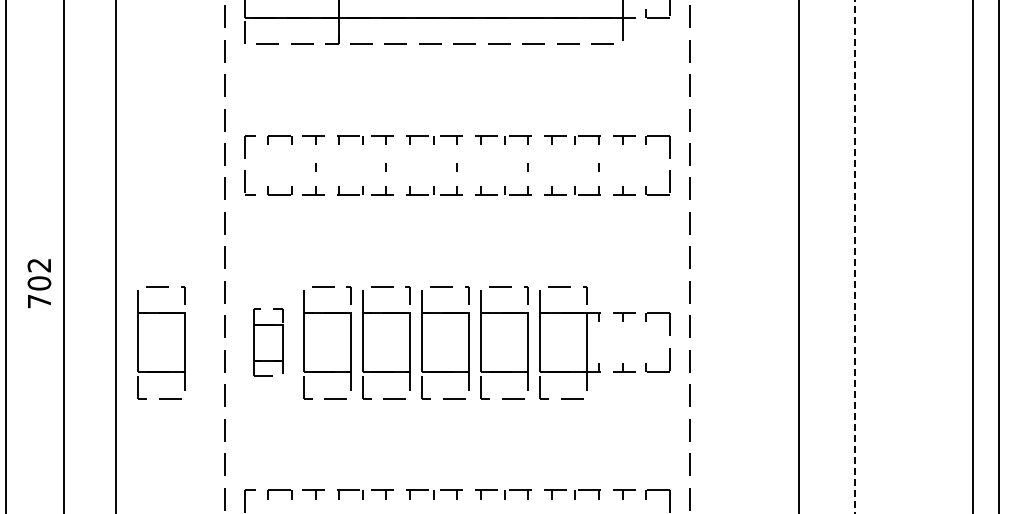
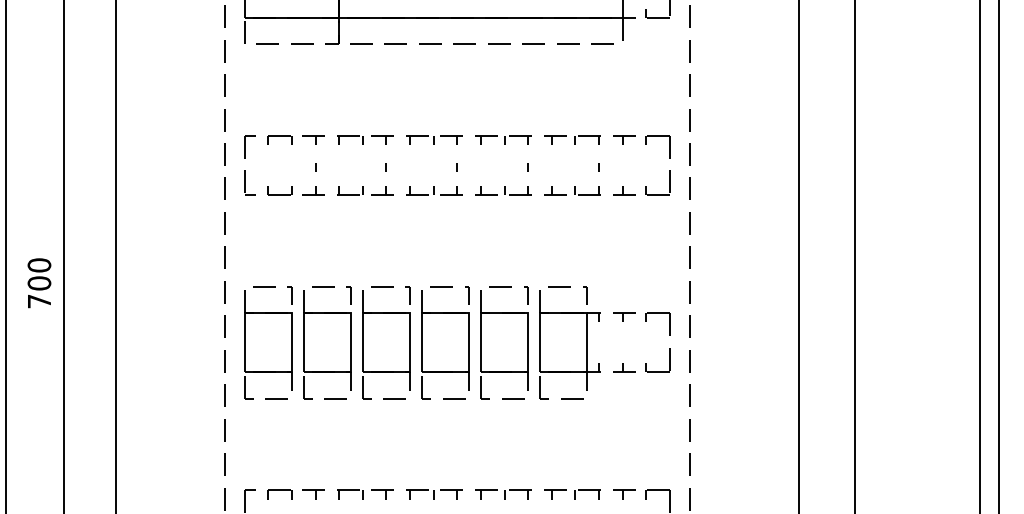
line at (972, 256) position: (972, 256) -> (979, 256)
line at (854, 257): dashed -> solid
text at (39, 265): 702 -> 700
part at (161, 342): present -> none
part at (268, 342) size: 31x69 px -> 49x114 px
